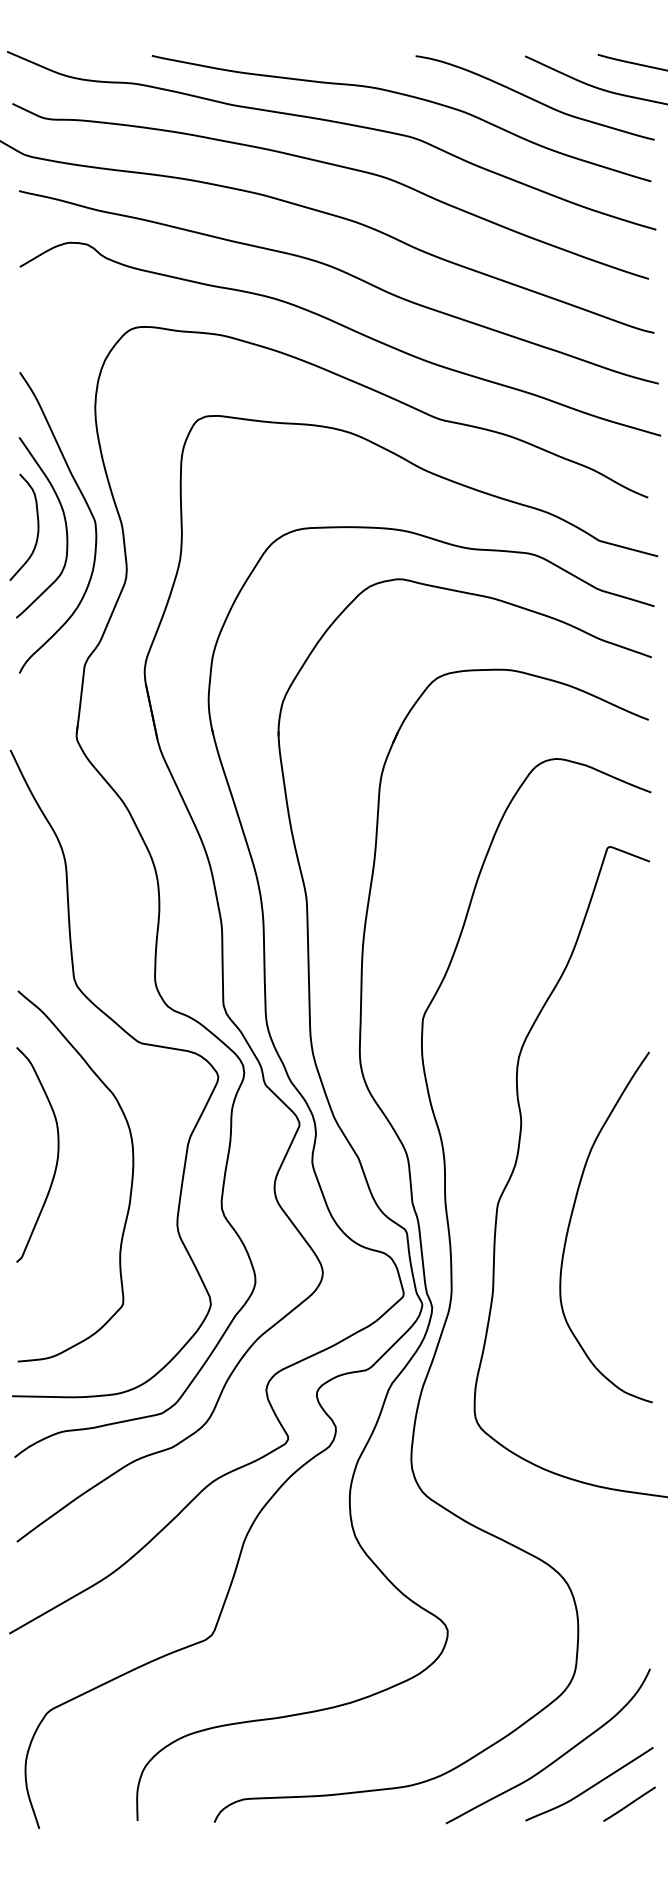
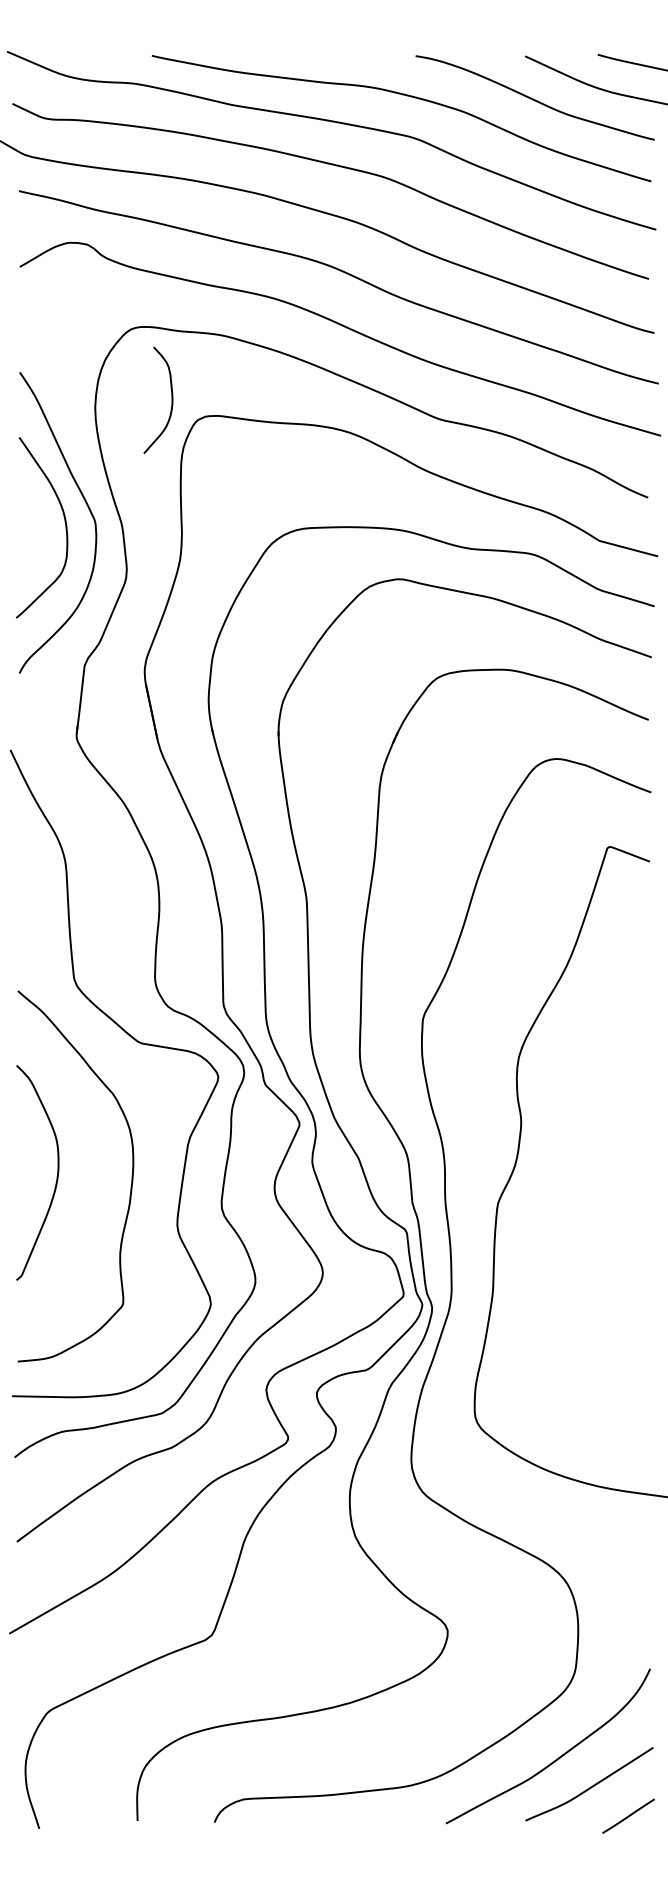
curve at (37, 526) position: (37, 526) -> (171, 399)
curve at (56, 1158) position: (56, 1158) -> (56, 1176)
curve at (571, 1220): present -> none
line at (629, 1803) position: (629, 1803) -> (628, 1815)
